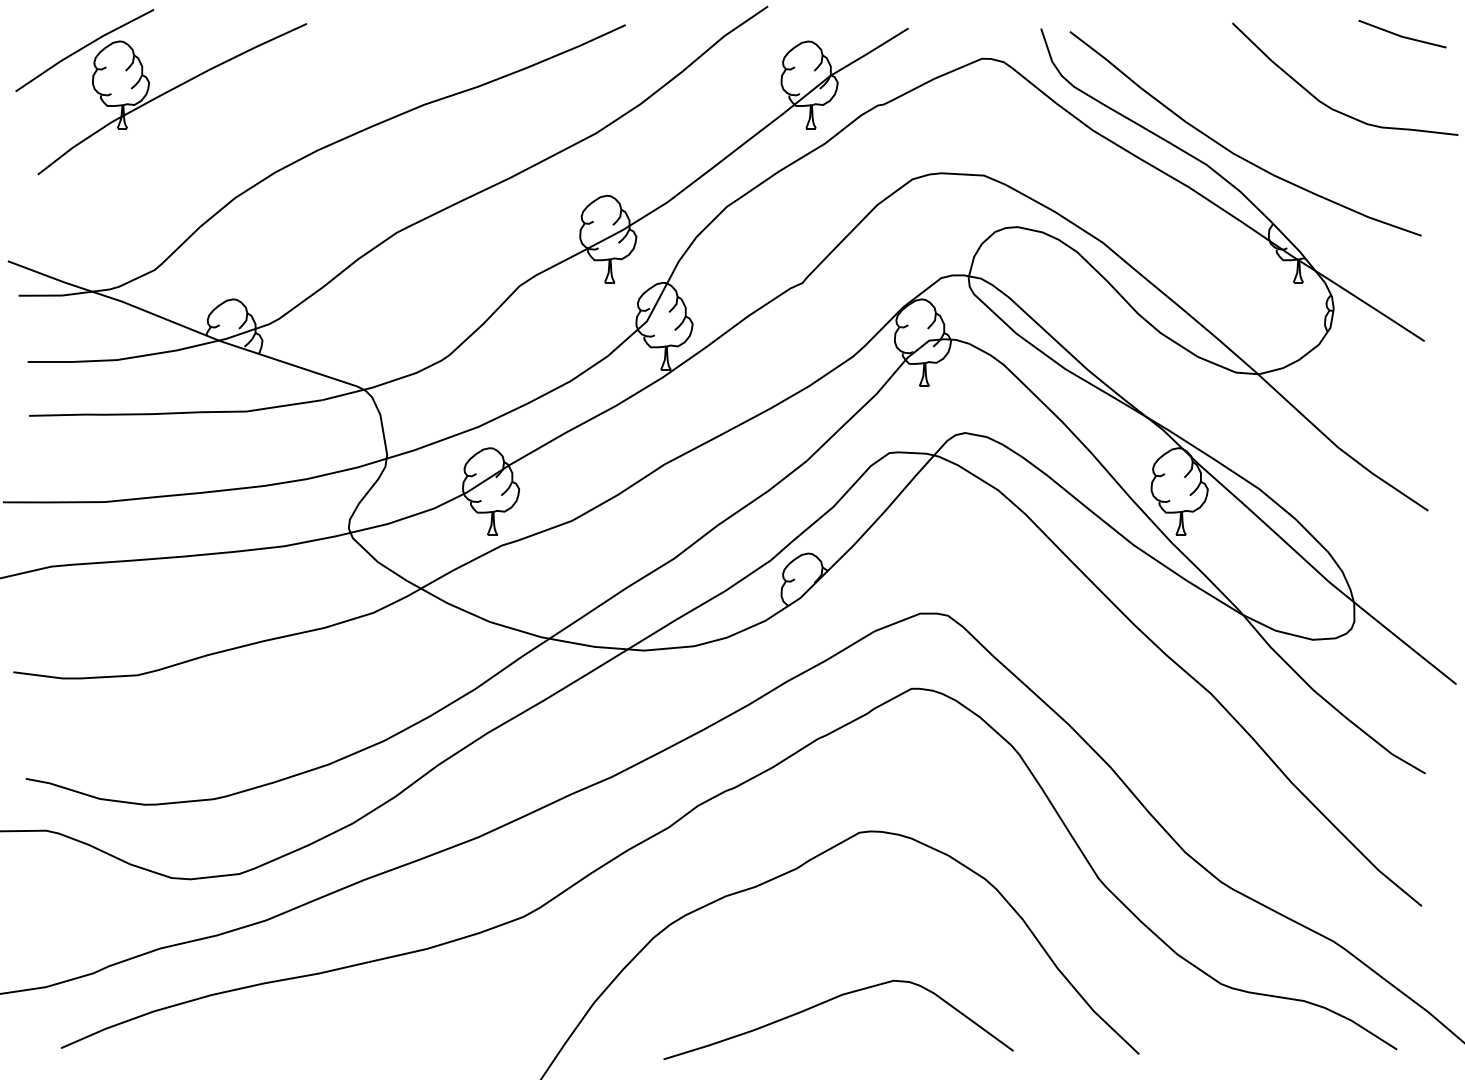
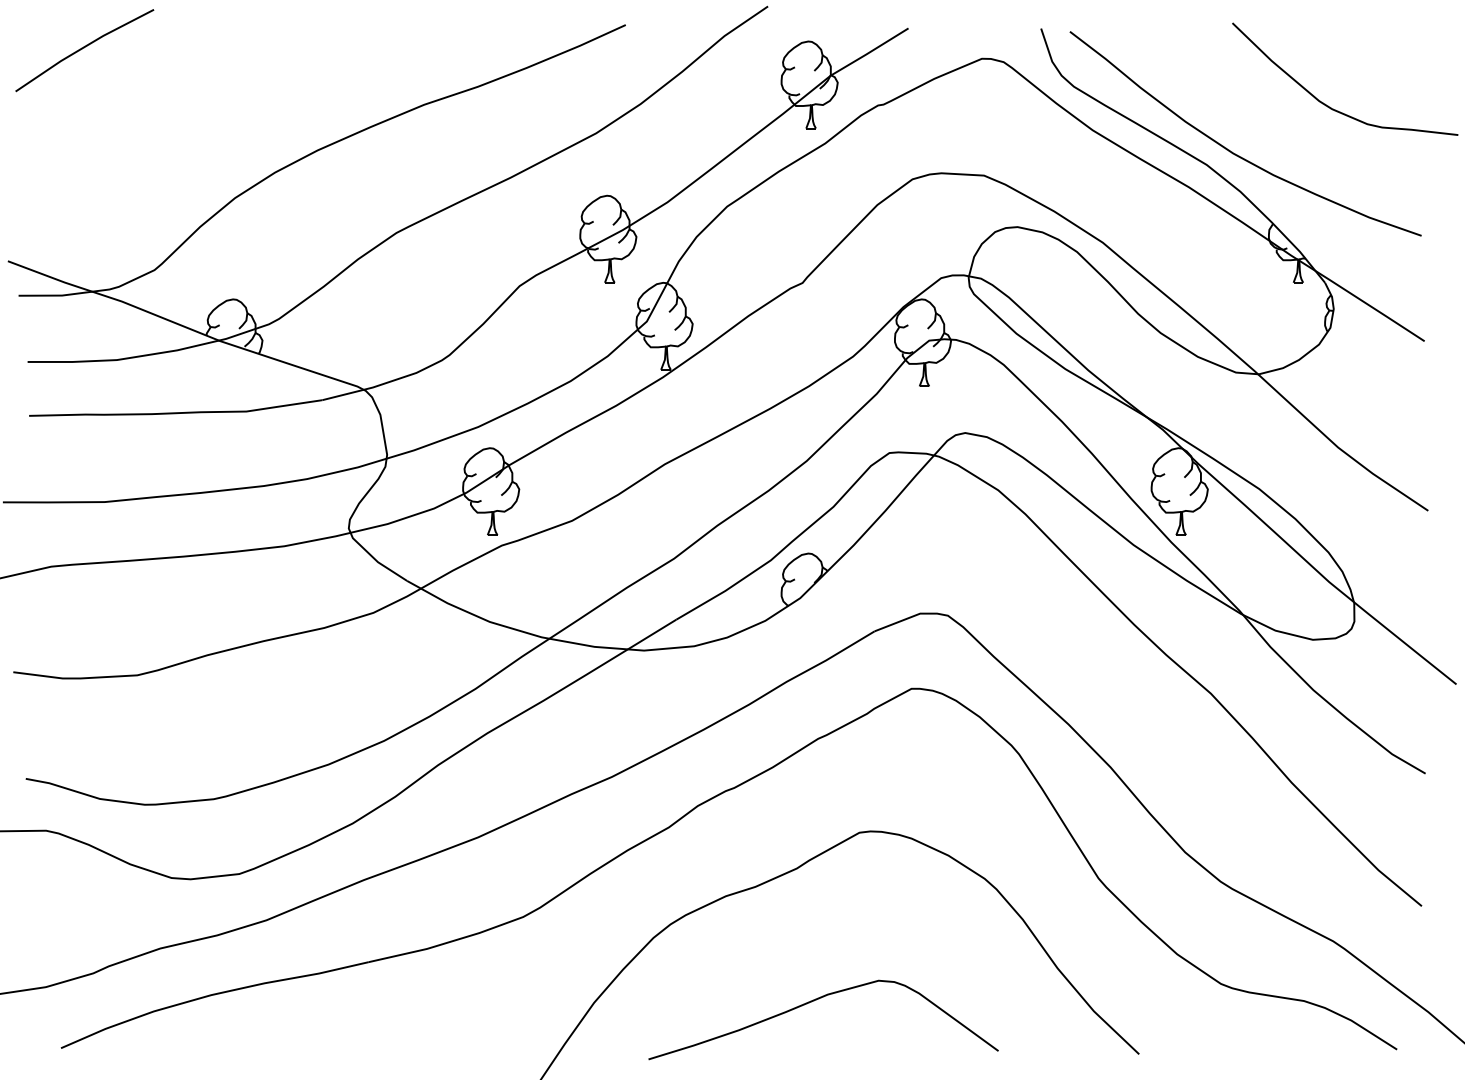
line at (1402, 35): present -> none
part at (168, 92): present -> none
curve at (829, 1001) position: (829, 1001) -> (814, 1001)
